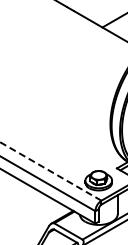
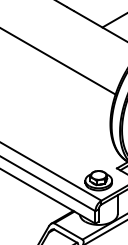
line at (58, 61): none -> present
line at (50, 171): dashed -> solid
